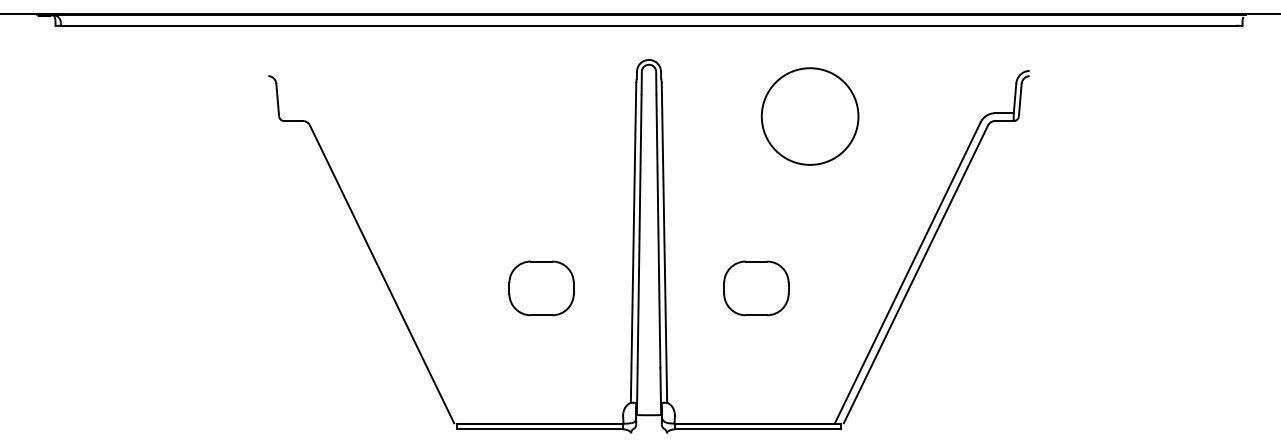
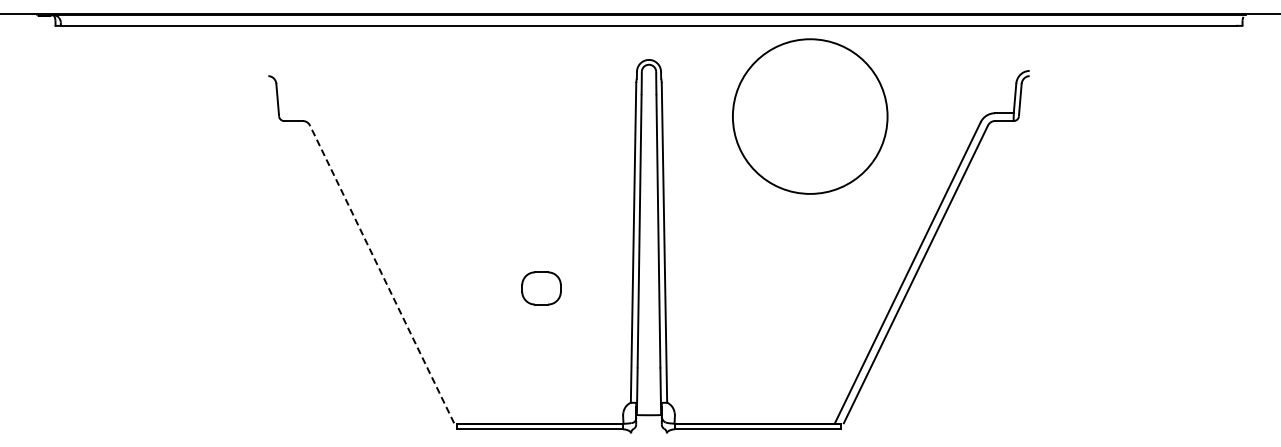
circle at (809, 116) size: 100x99 px -> 157x157 px
line at (381, 274): solid -> dashed
part at (541, 288) size: 67x57 px -> 41x35 px
part at (756, 288): present -> none
